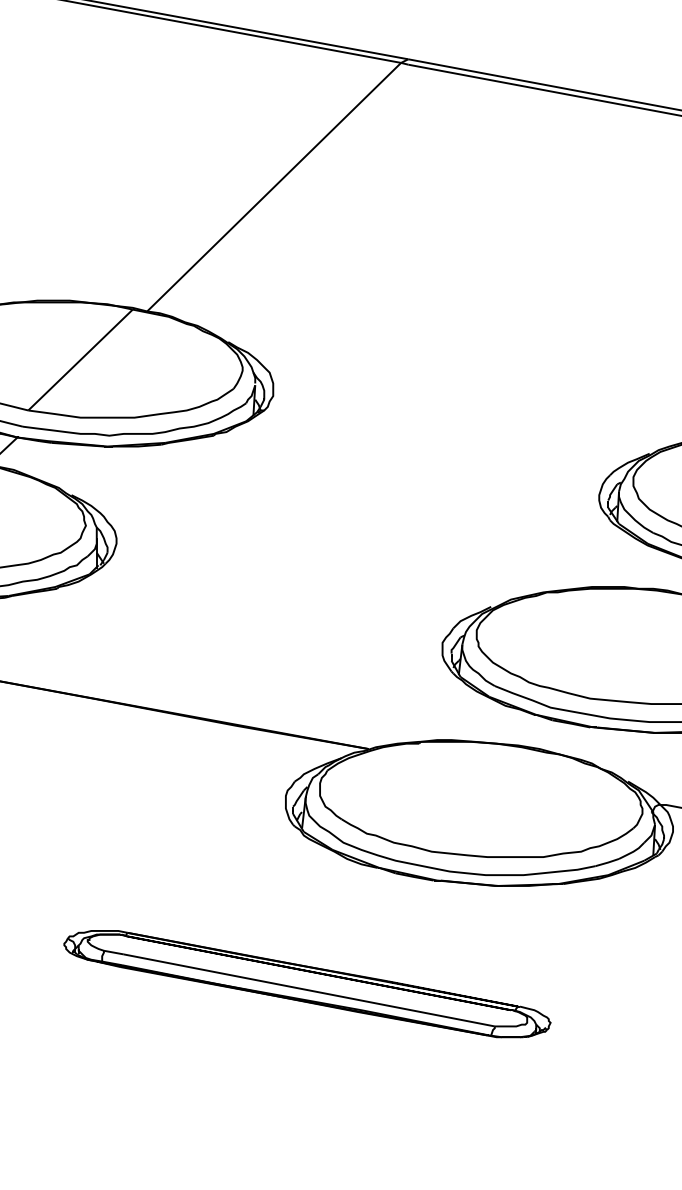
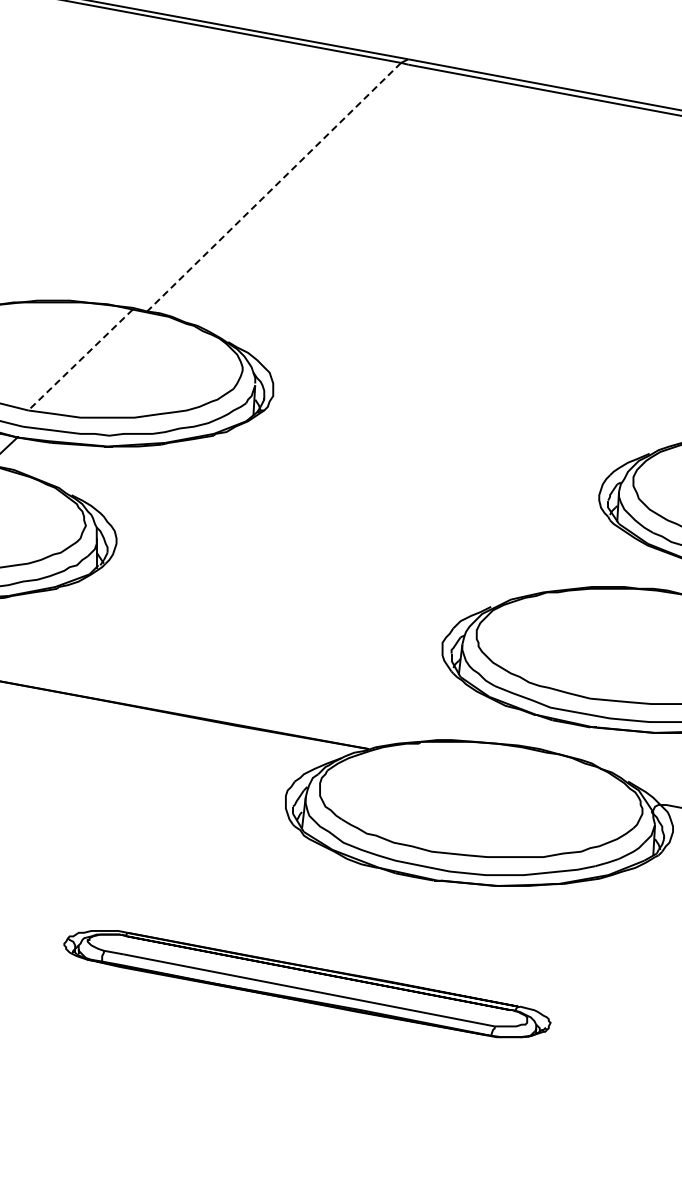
line at (274, 187): solid -> dashed
line at (80, 360): solid -> dashed
